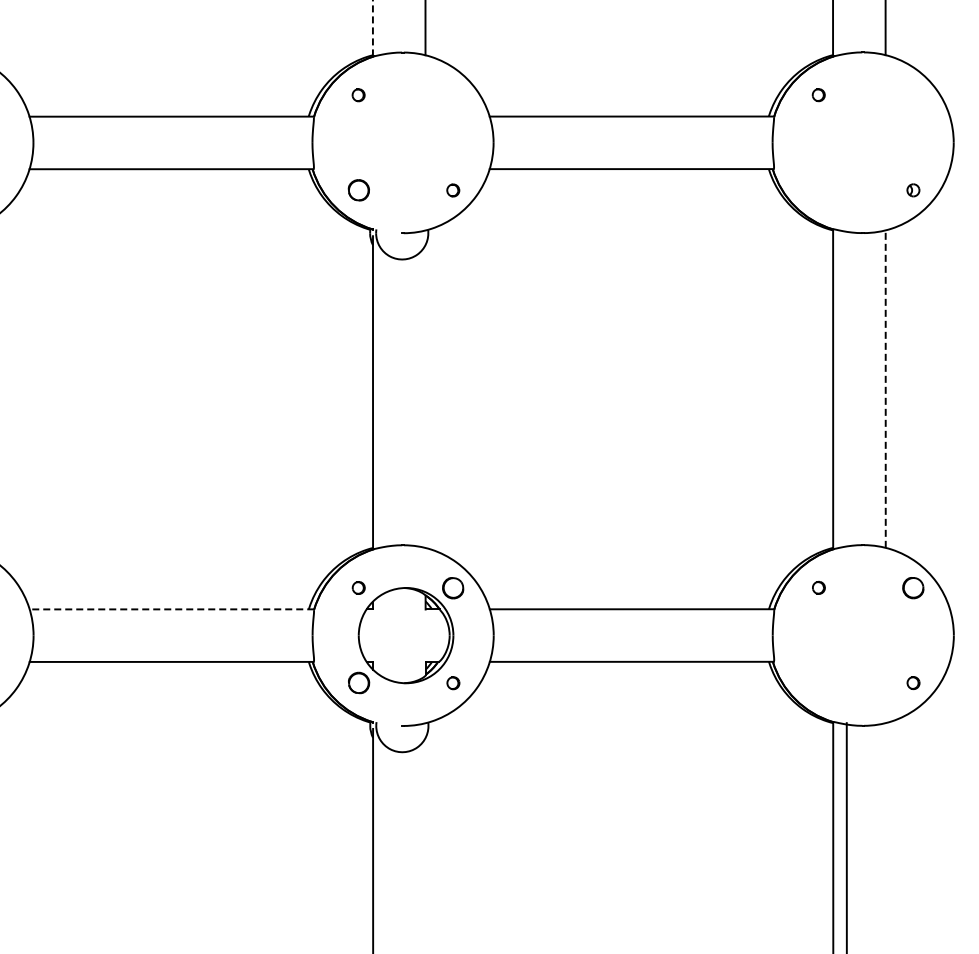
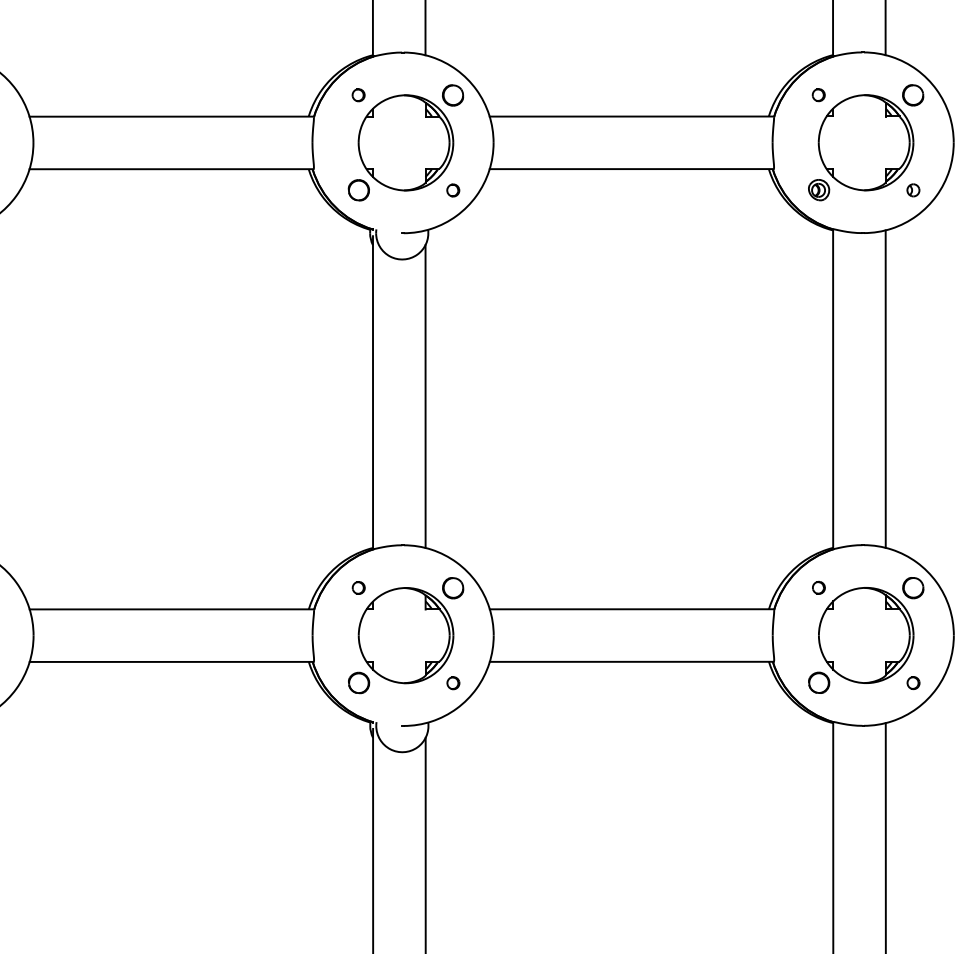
line at (372, 28): dashed -> solid
part at (410, 137): none -> present
part at (866, 142): none -> present
line at (885, 389): dashed -> solid
line at (425, 396): none -> present
line at (171, 609): dashed -> solid
part at (861, 640): none -> present
line at (846, 836) position: (846, 836) -> (885, 836)
line at (425, 843): none -> present
